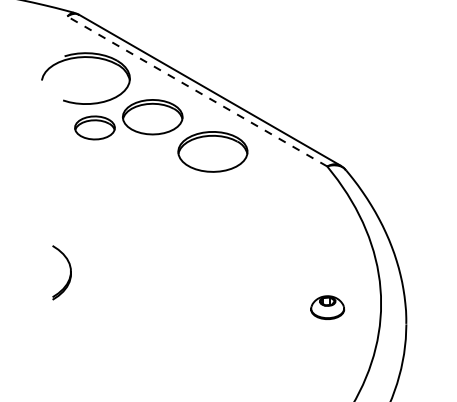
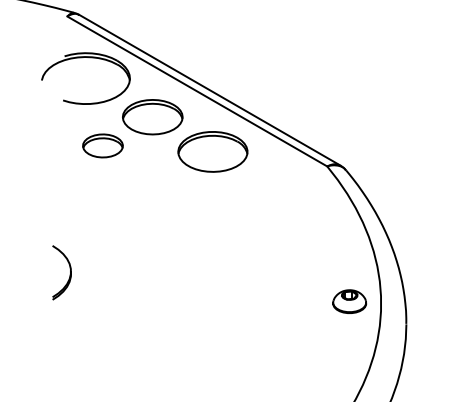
line at (196, 91): dashed -> solid
part at (94, 127) position: (94, 127) -> (102, 145)
part at (327, 307) position: (327, 307) -> (349, 301)
